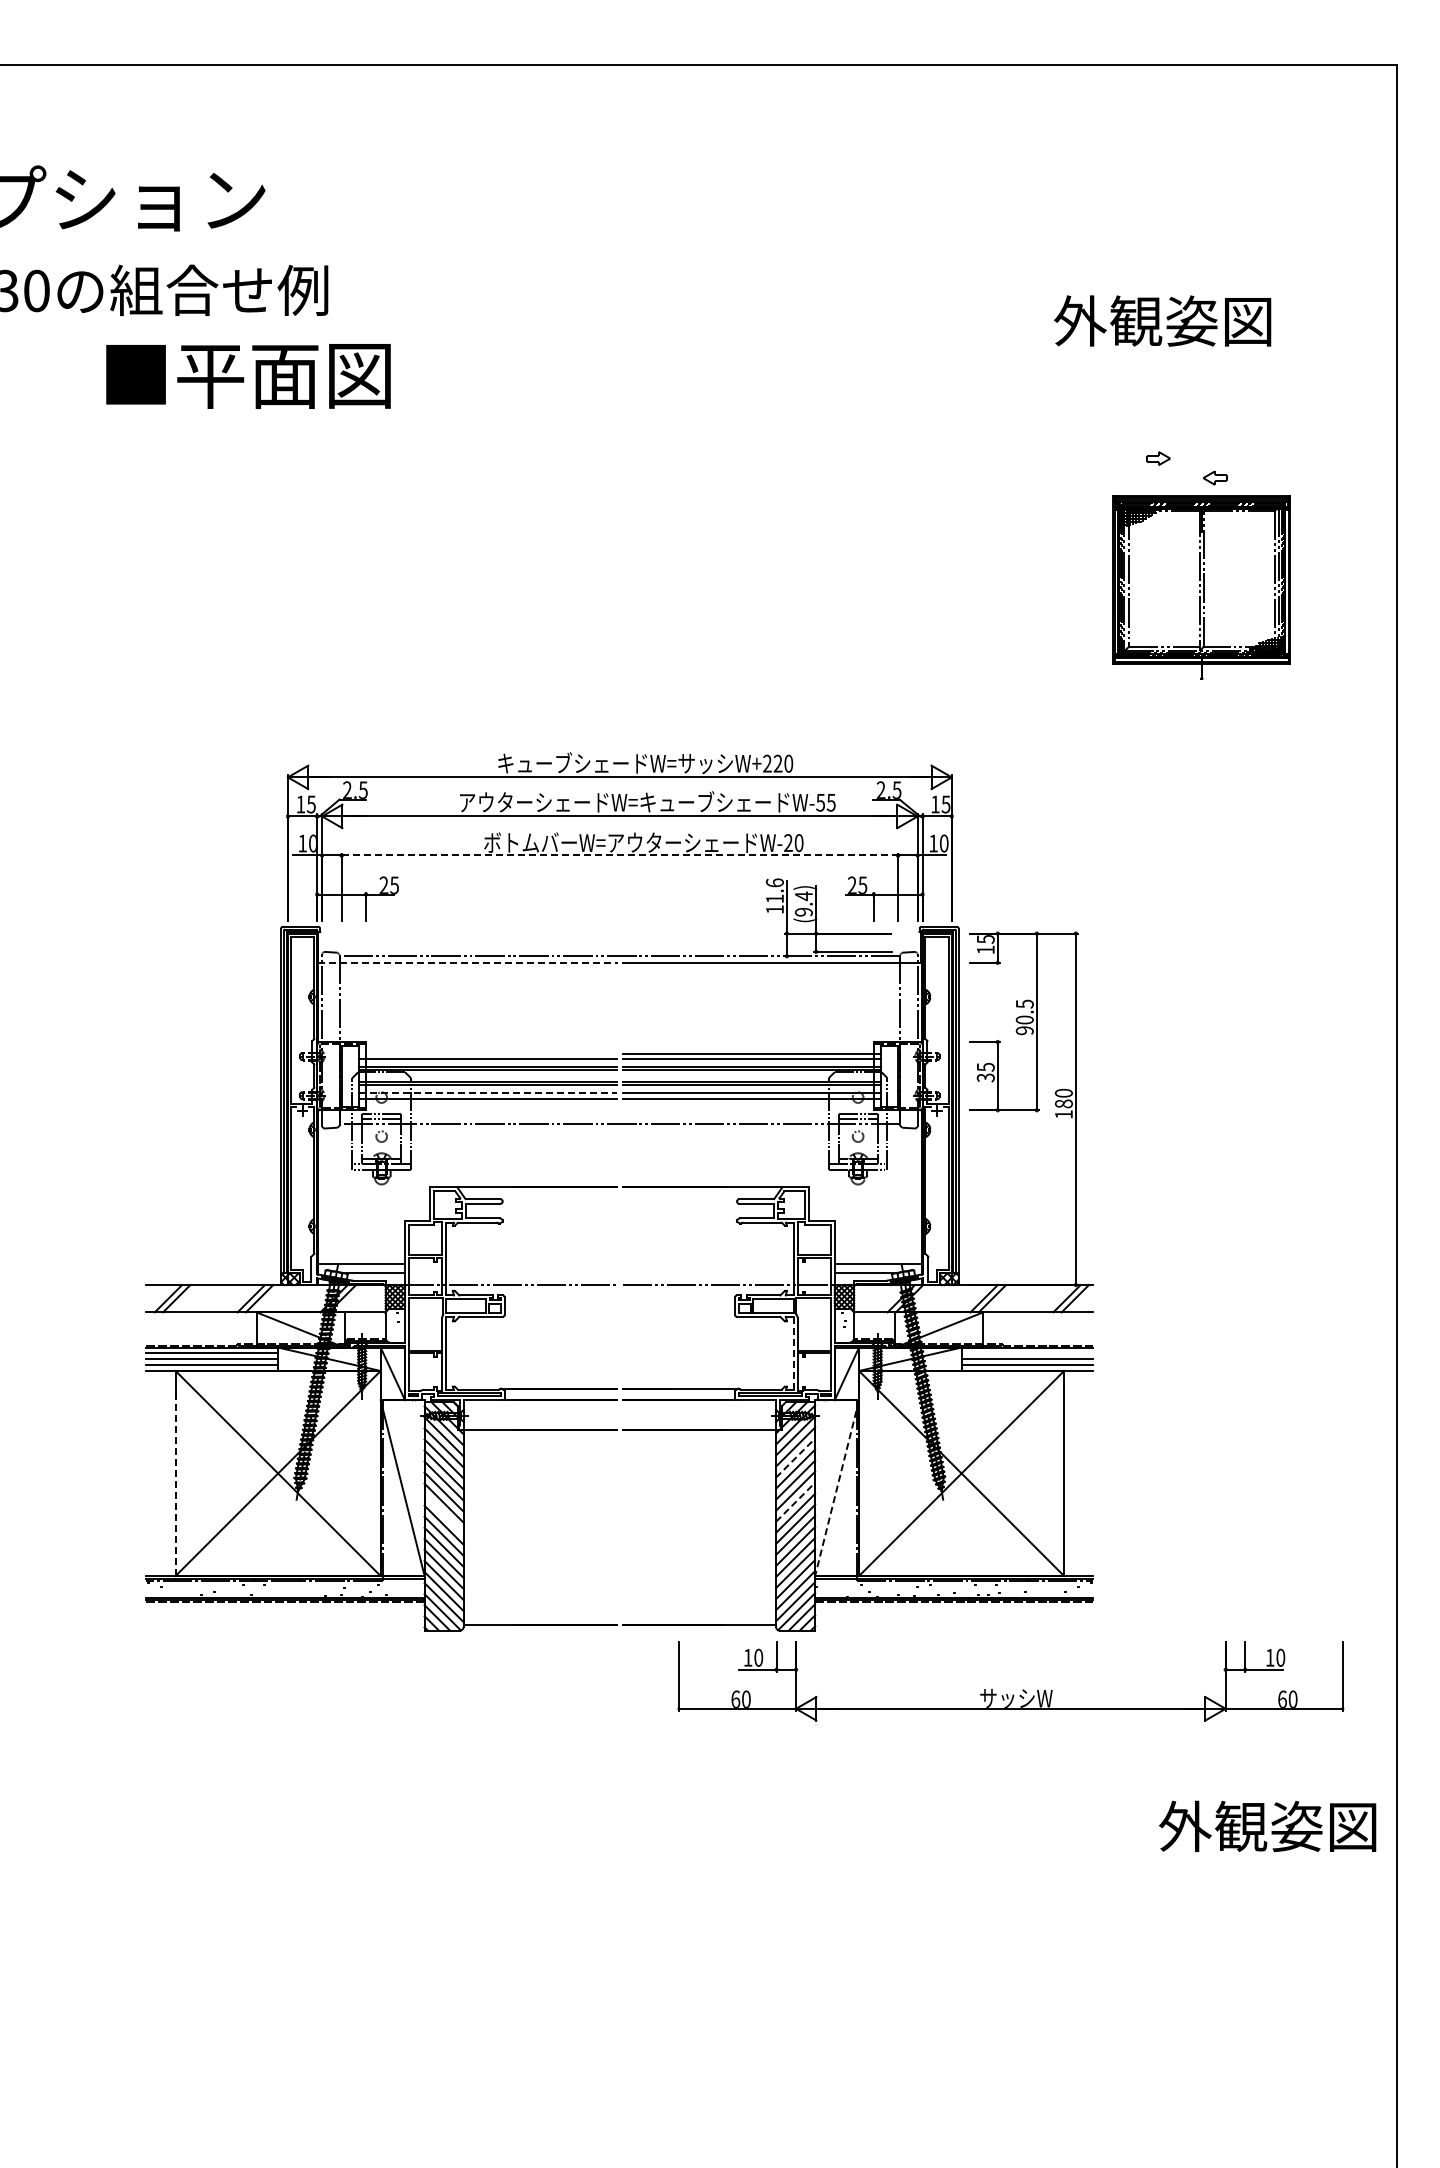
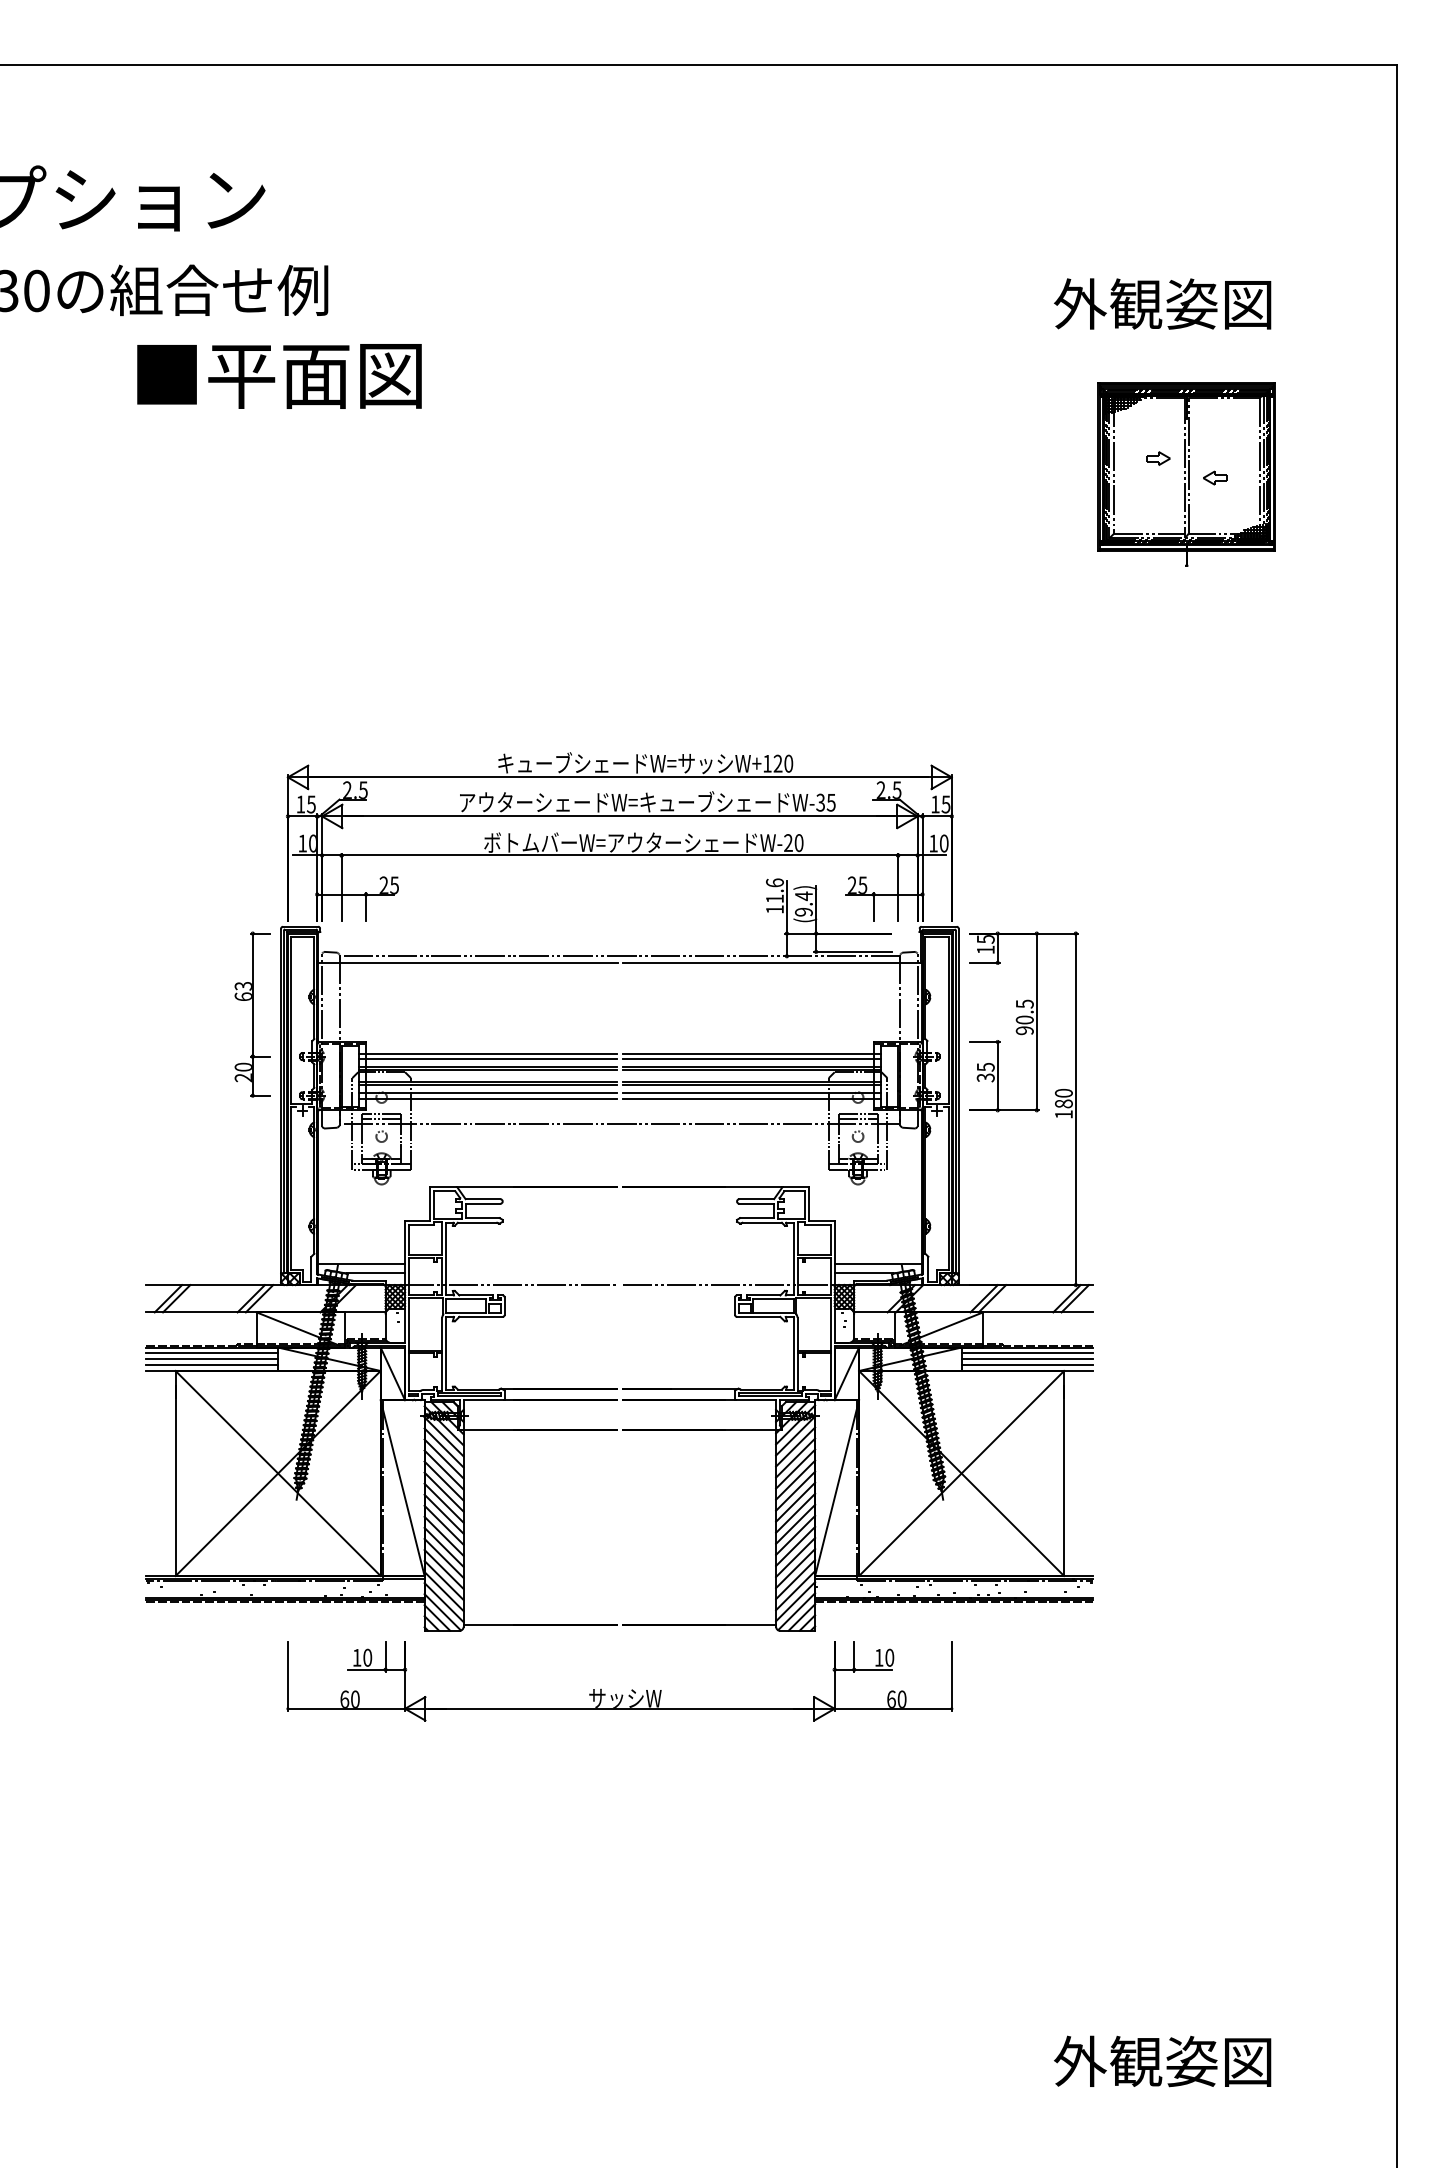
text at (1162, 320) position: (1162, 320) -> (1162, 303)
text at (248, 376) position: (248, 376) -> (279, 376)
part at (1201, 587) position: (1201, 587) -> (1186, 474)
text at (767, 763): W+220 -> W+120
text at (820, 802): W-55 -> W-35
line at (620, 855): dashed -> solid
line at (468, 962): dashed -> solid
part at (252, 1014): none -> present
line at (487, 1053): none -> present
line at (488, 1092): dashed -> solid
line at (793, 1353): dashed -> solid
line at (1027, 1353): none -> present
line at (795, 1458): dashed -> solid
line at (175, 1480): dashed -> solid
line at (837, 1488): dashed -> solid
line at (795, 1502): dashed -> solid
line at (443, 1513): none -> present
part at (1012, 1694) position: (1012, 1694) -> (621, 1694)
text at (1267, 1826) position: (1267, 1826) -> (1162, 2061)
